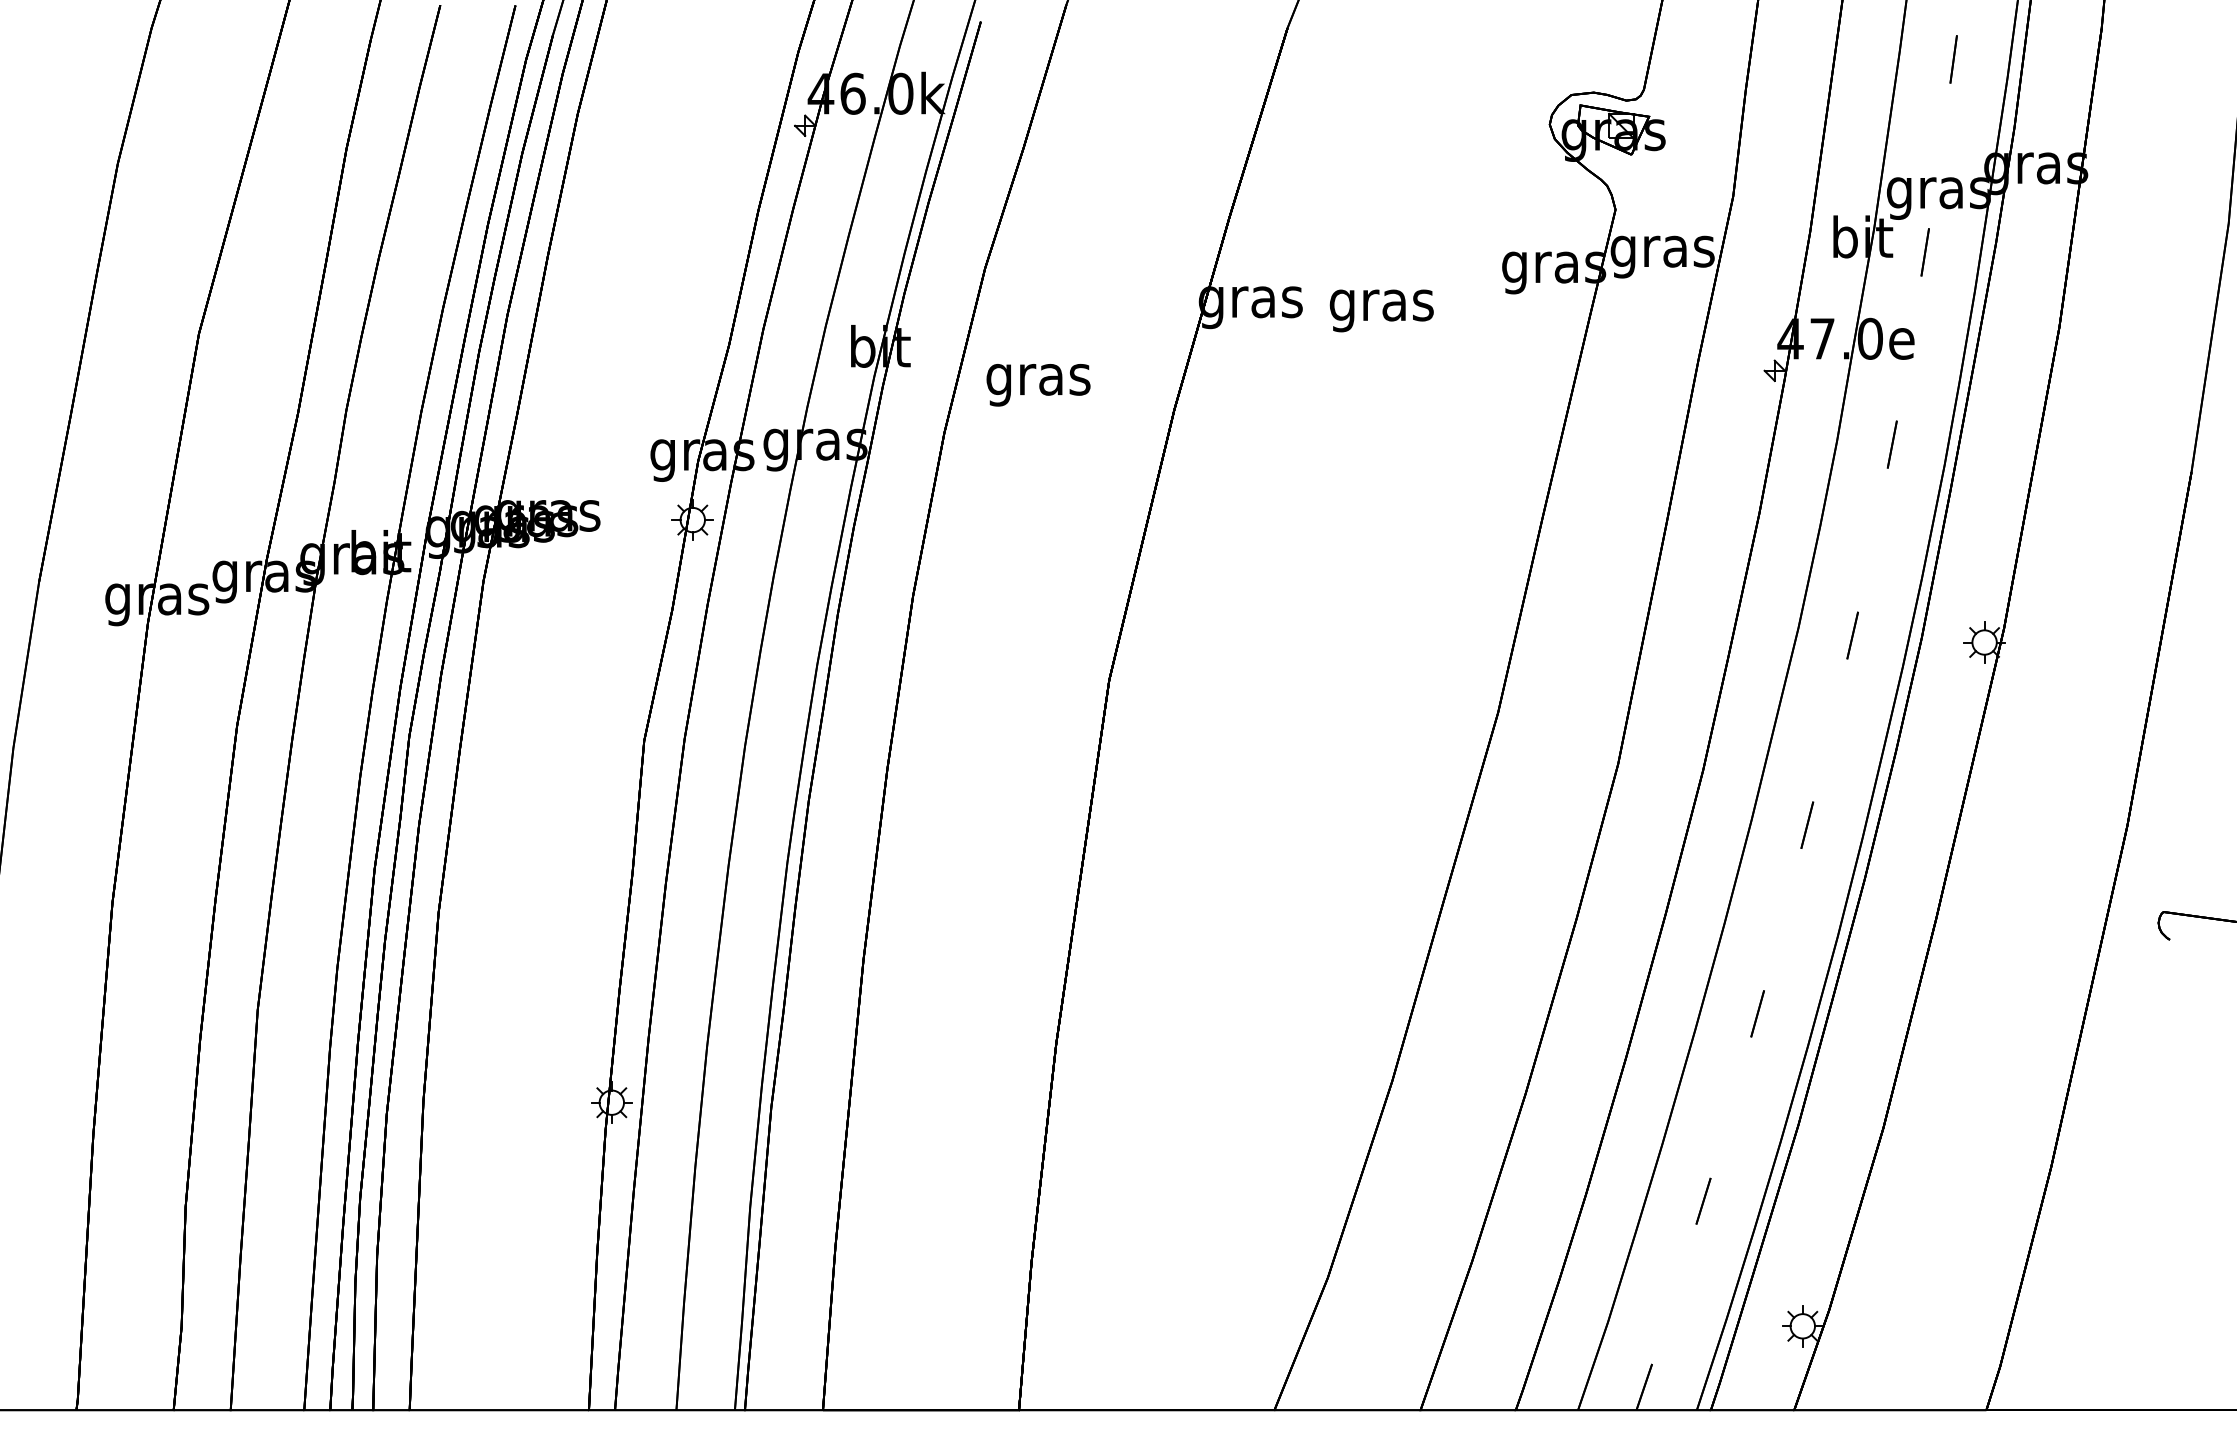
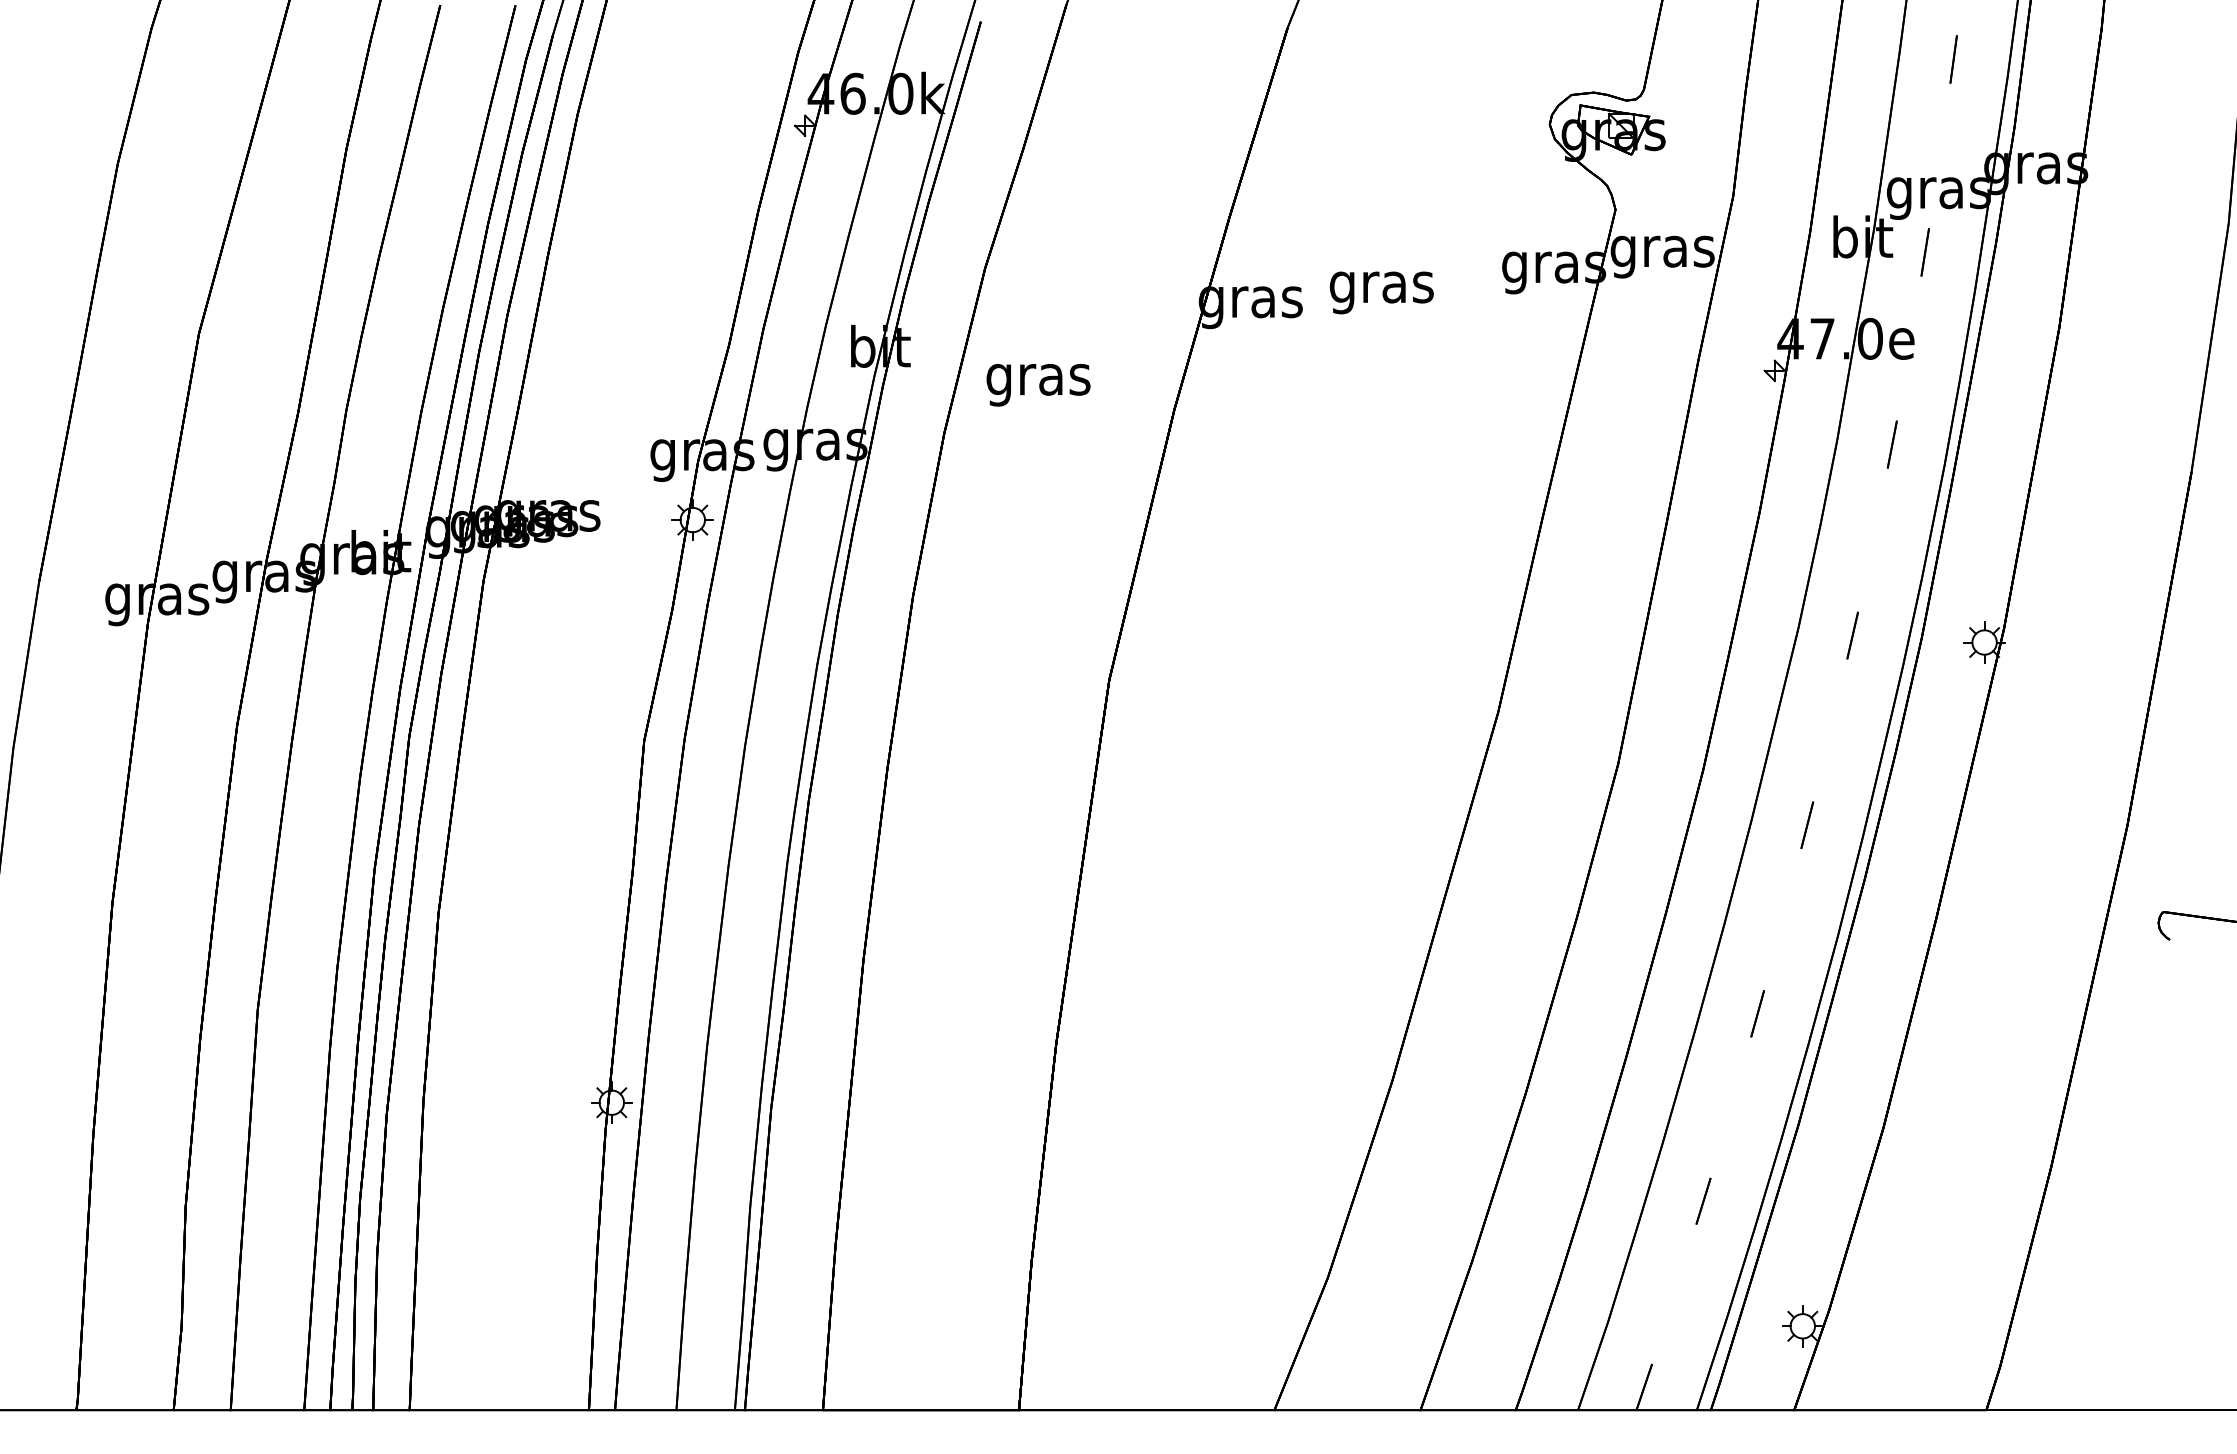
text at (1381, 310) position: (1381, 310) -> (1381, 292)
